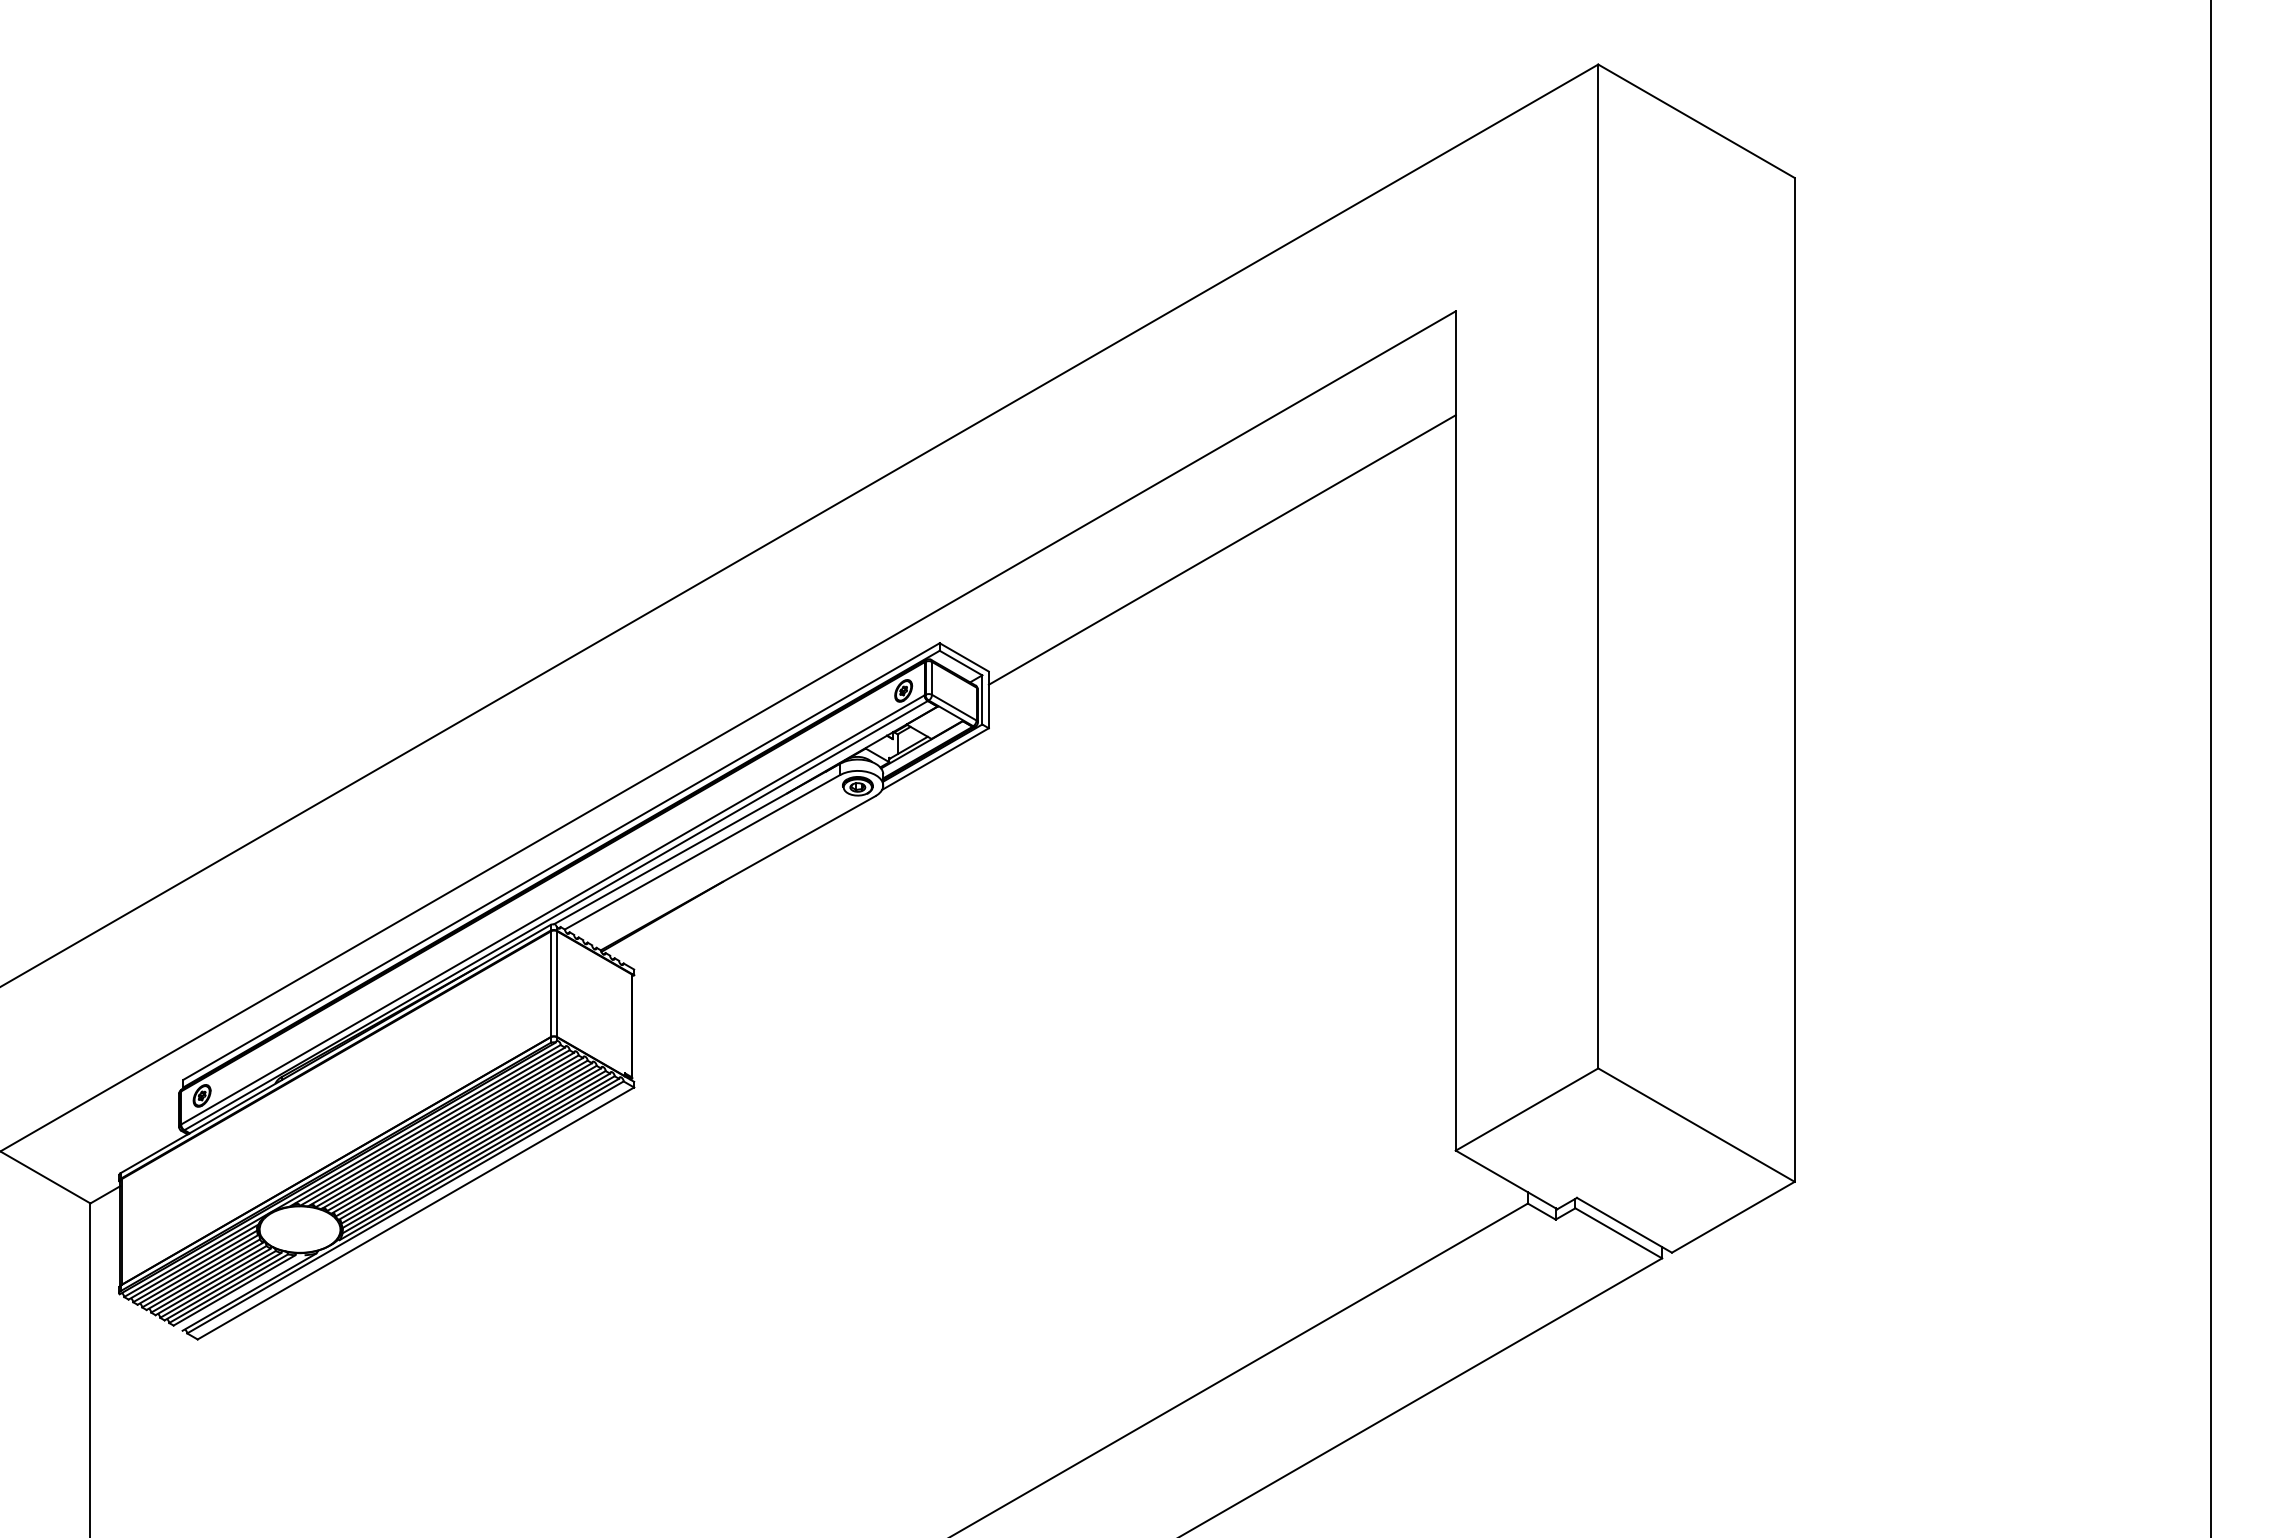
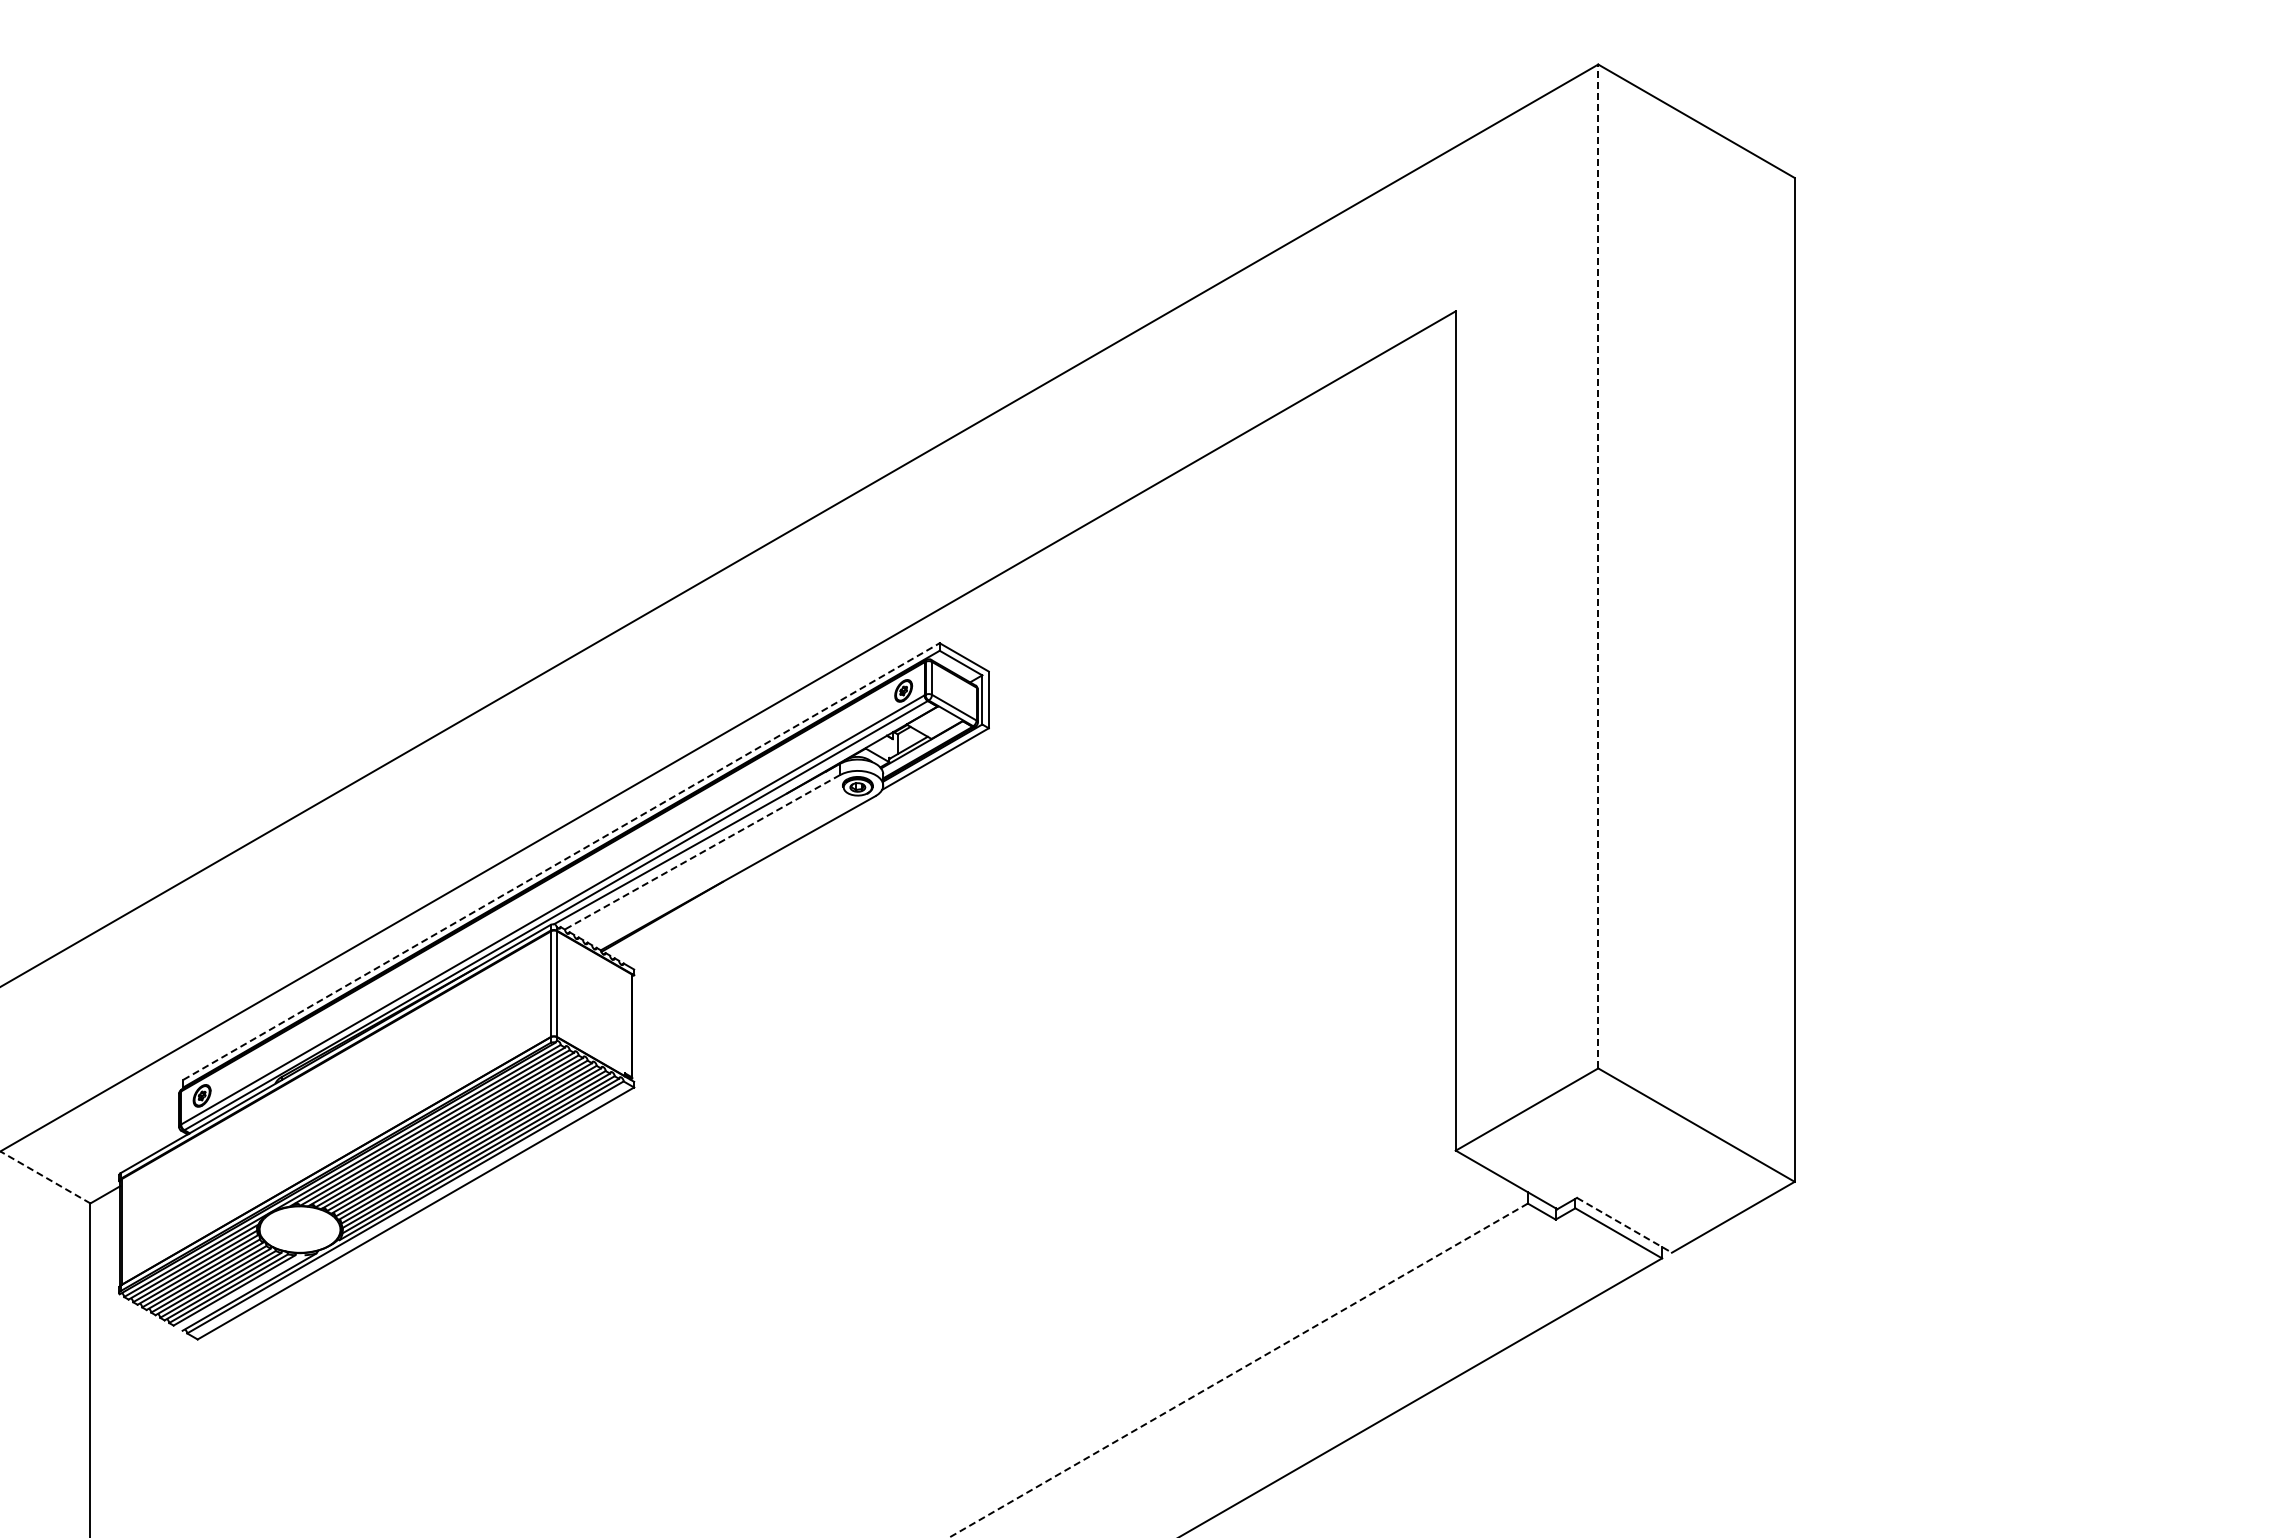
line at (1221, 549): present -> none
line at (1598, 566): solid -> dashed
line at (2210, 768): present -> none
line at (702, 852): solid -> dashed
line at (561, 861): solid -> dashed
line at (45, 1177): solid -> dashed
line at (1624, 1225): solid -> dashed
line at (1237, 1371): solid -> dashed
